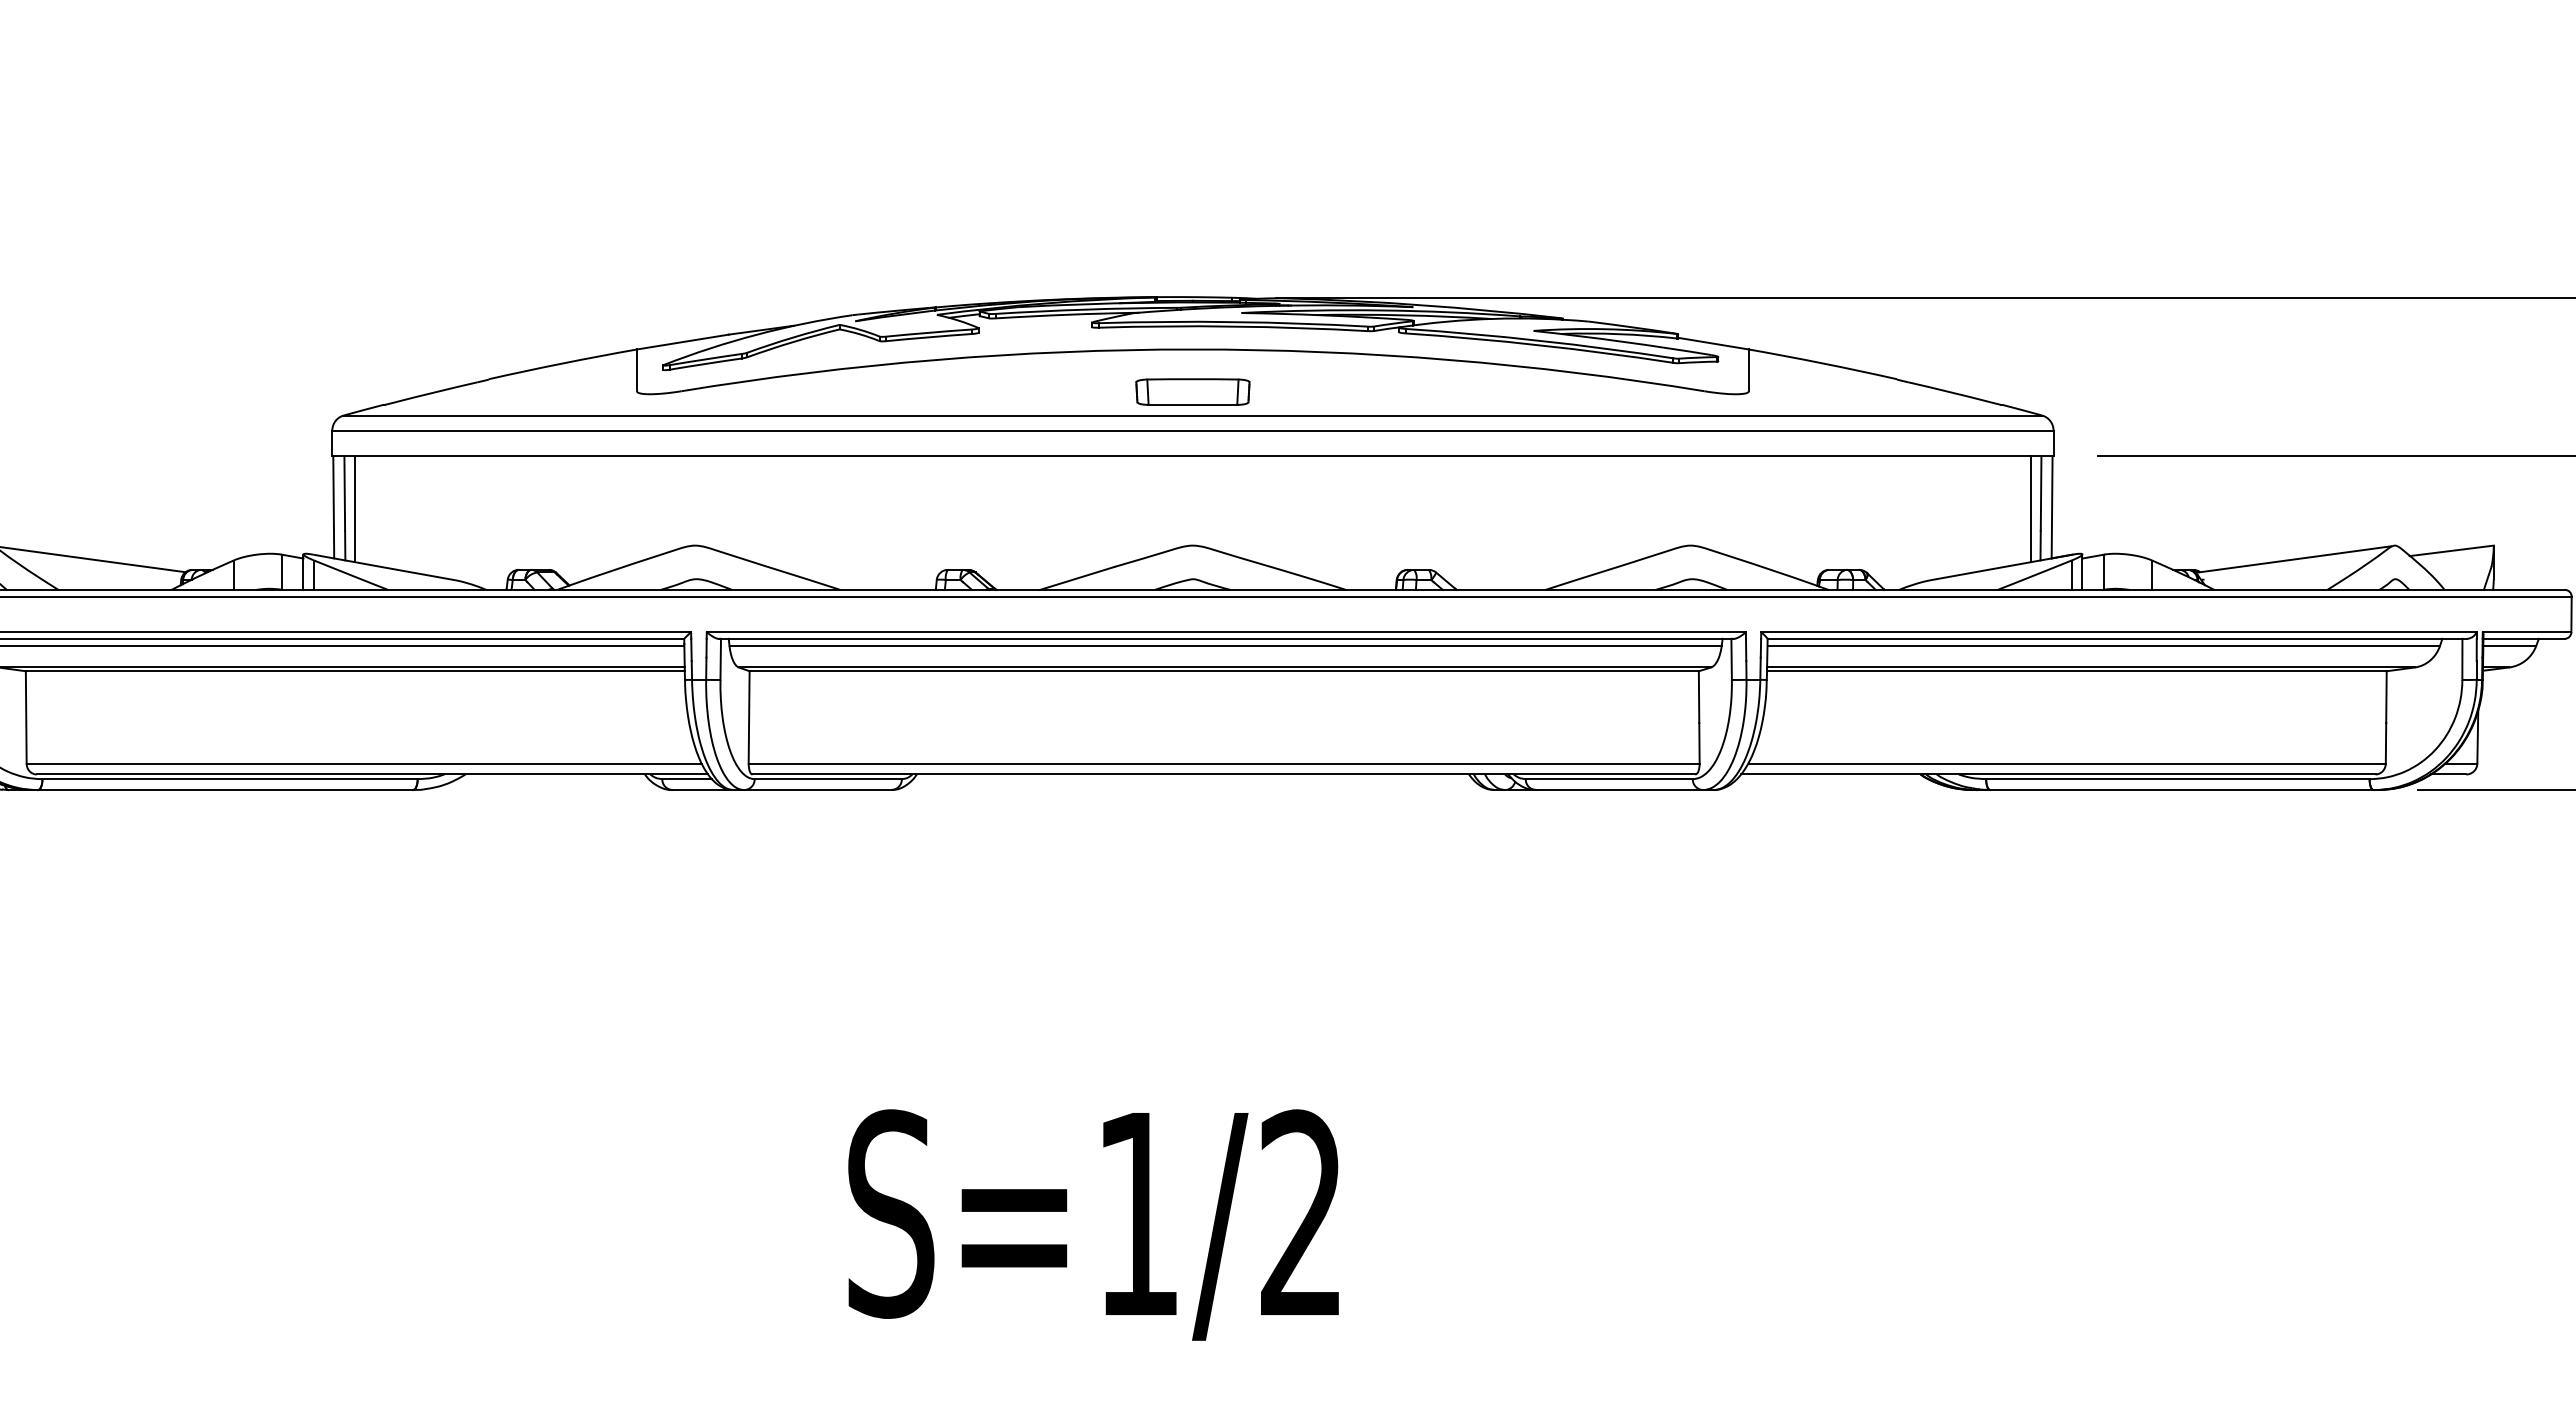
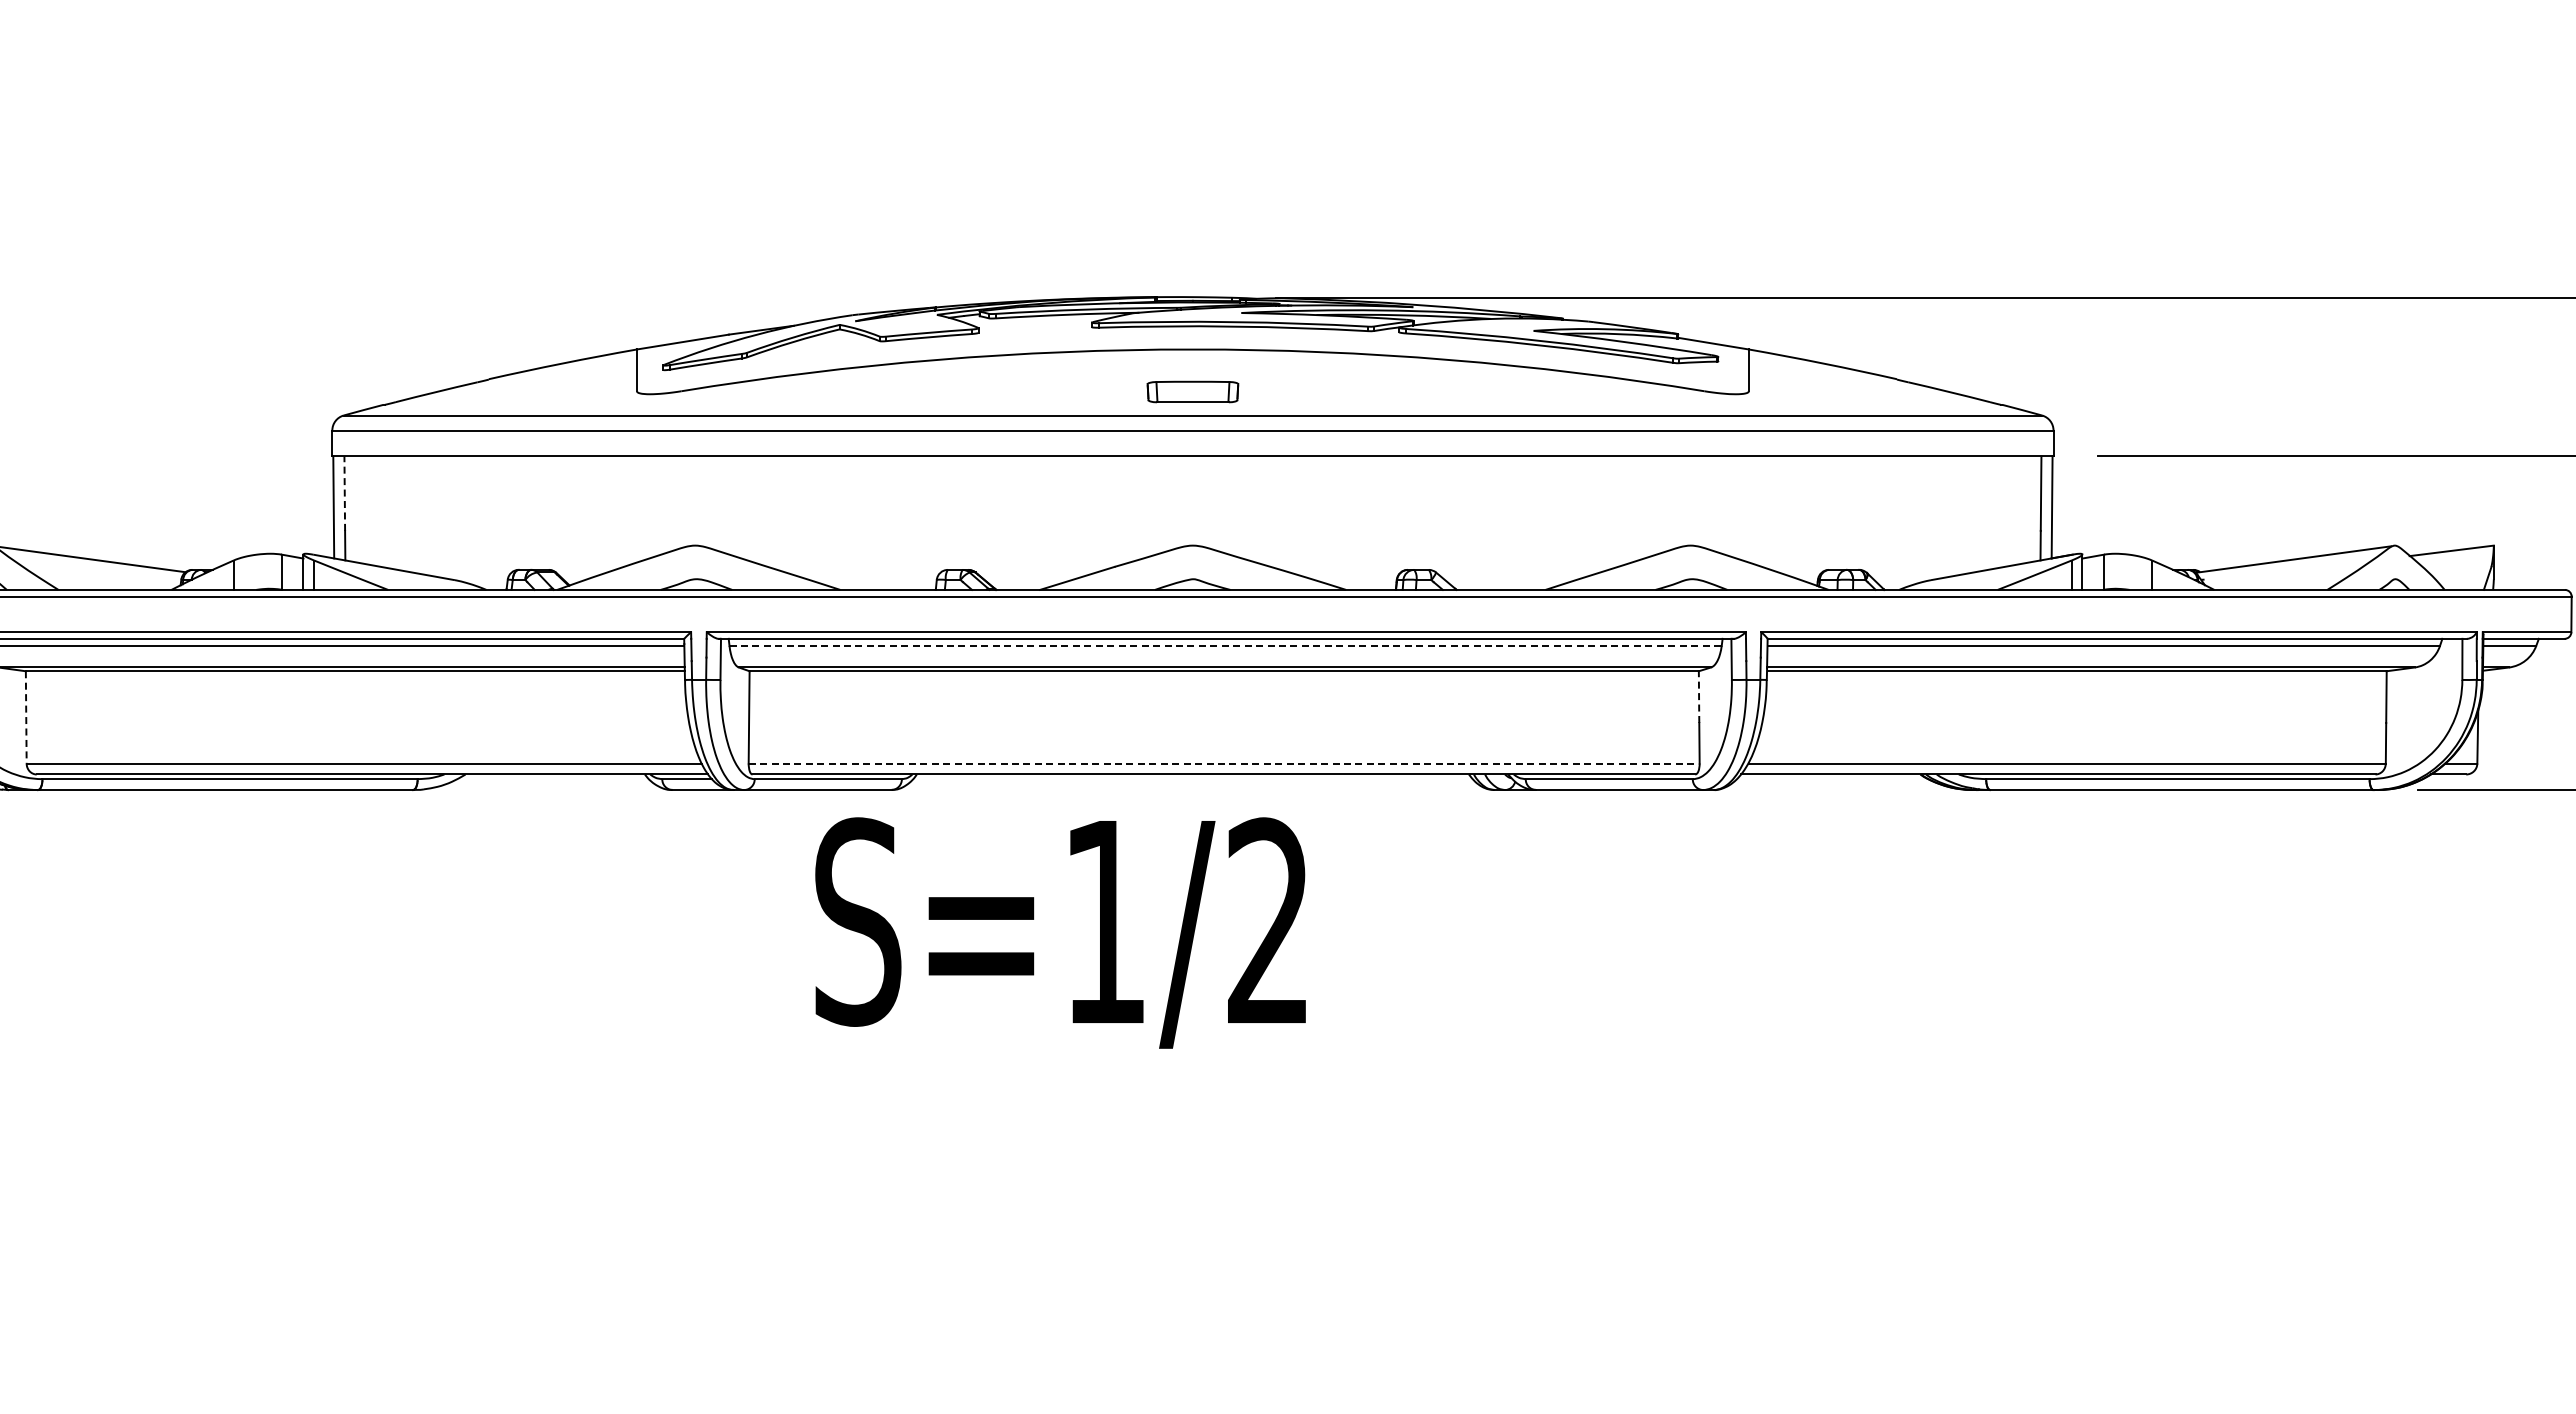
part at (1192, 391) size: 116x28 px -> 94x24 px
line at (344, 493): solid -> dashed
line at (355, 509): present -> none
line at (2030, 509): present -> none
line at (1226, 645): solid -> dashed
line at (1699, 697): solid -> dashed
line at (26, 717): solid -> dashed
line at (1224, 763): solid -> dashed
text at (1093, 1224) position: (1093, 1224) -> (1060, 932)
